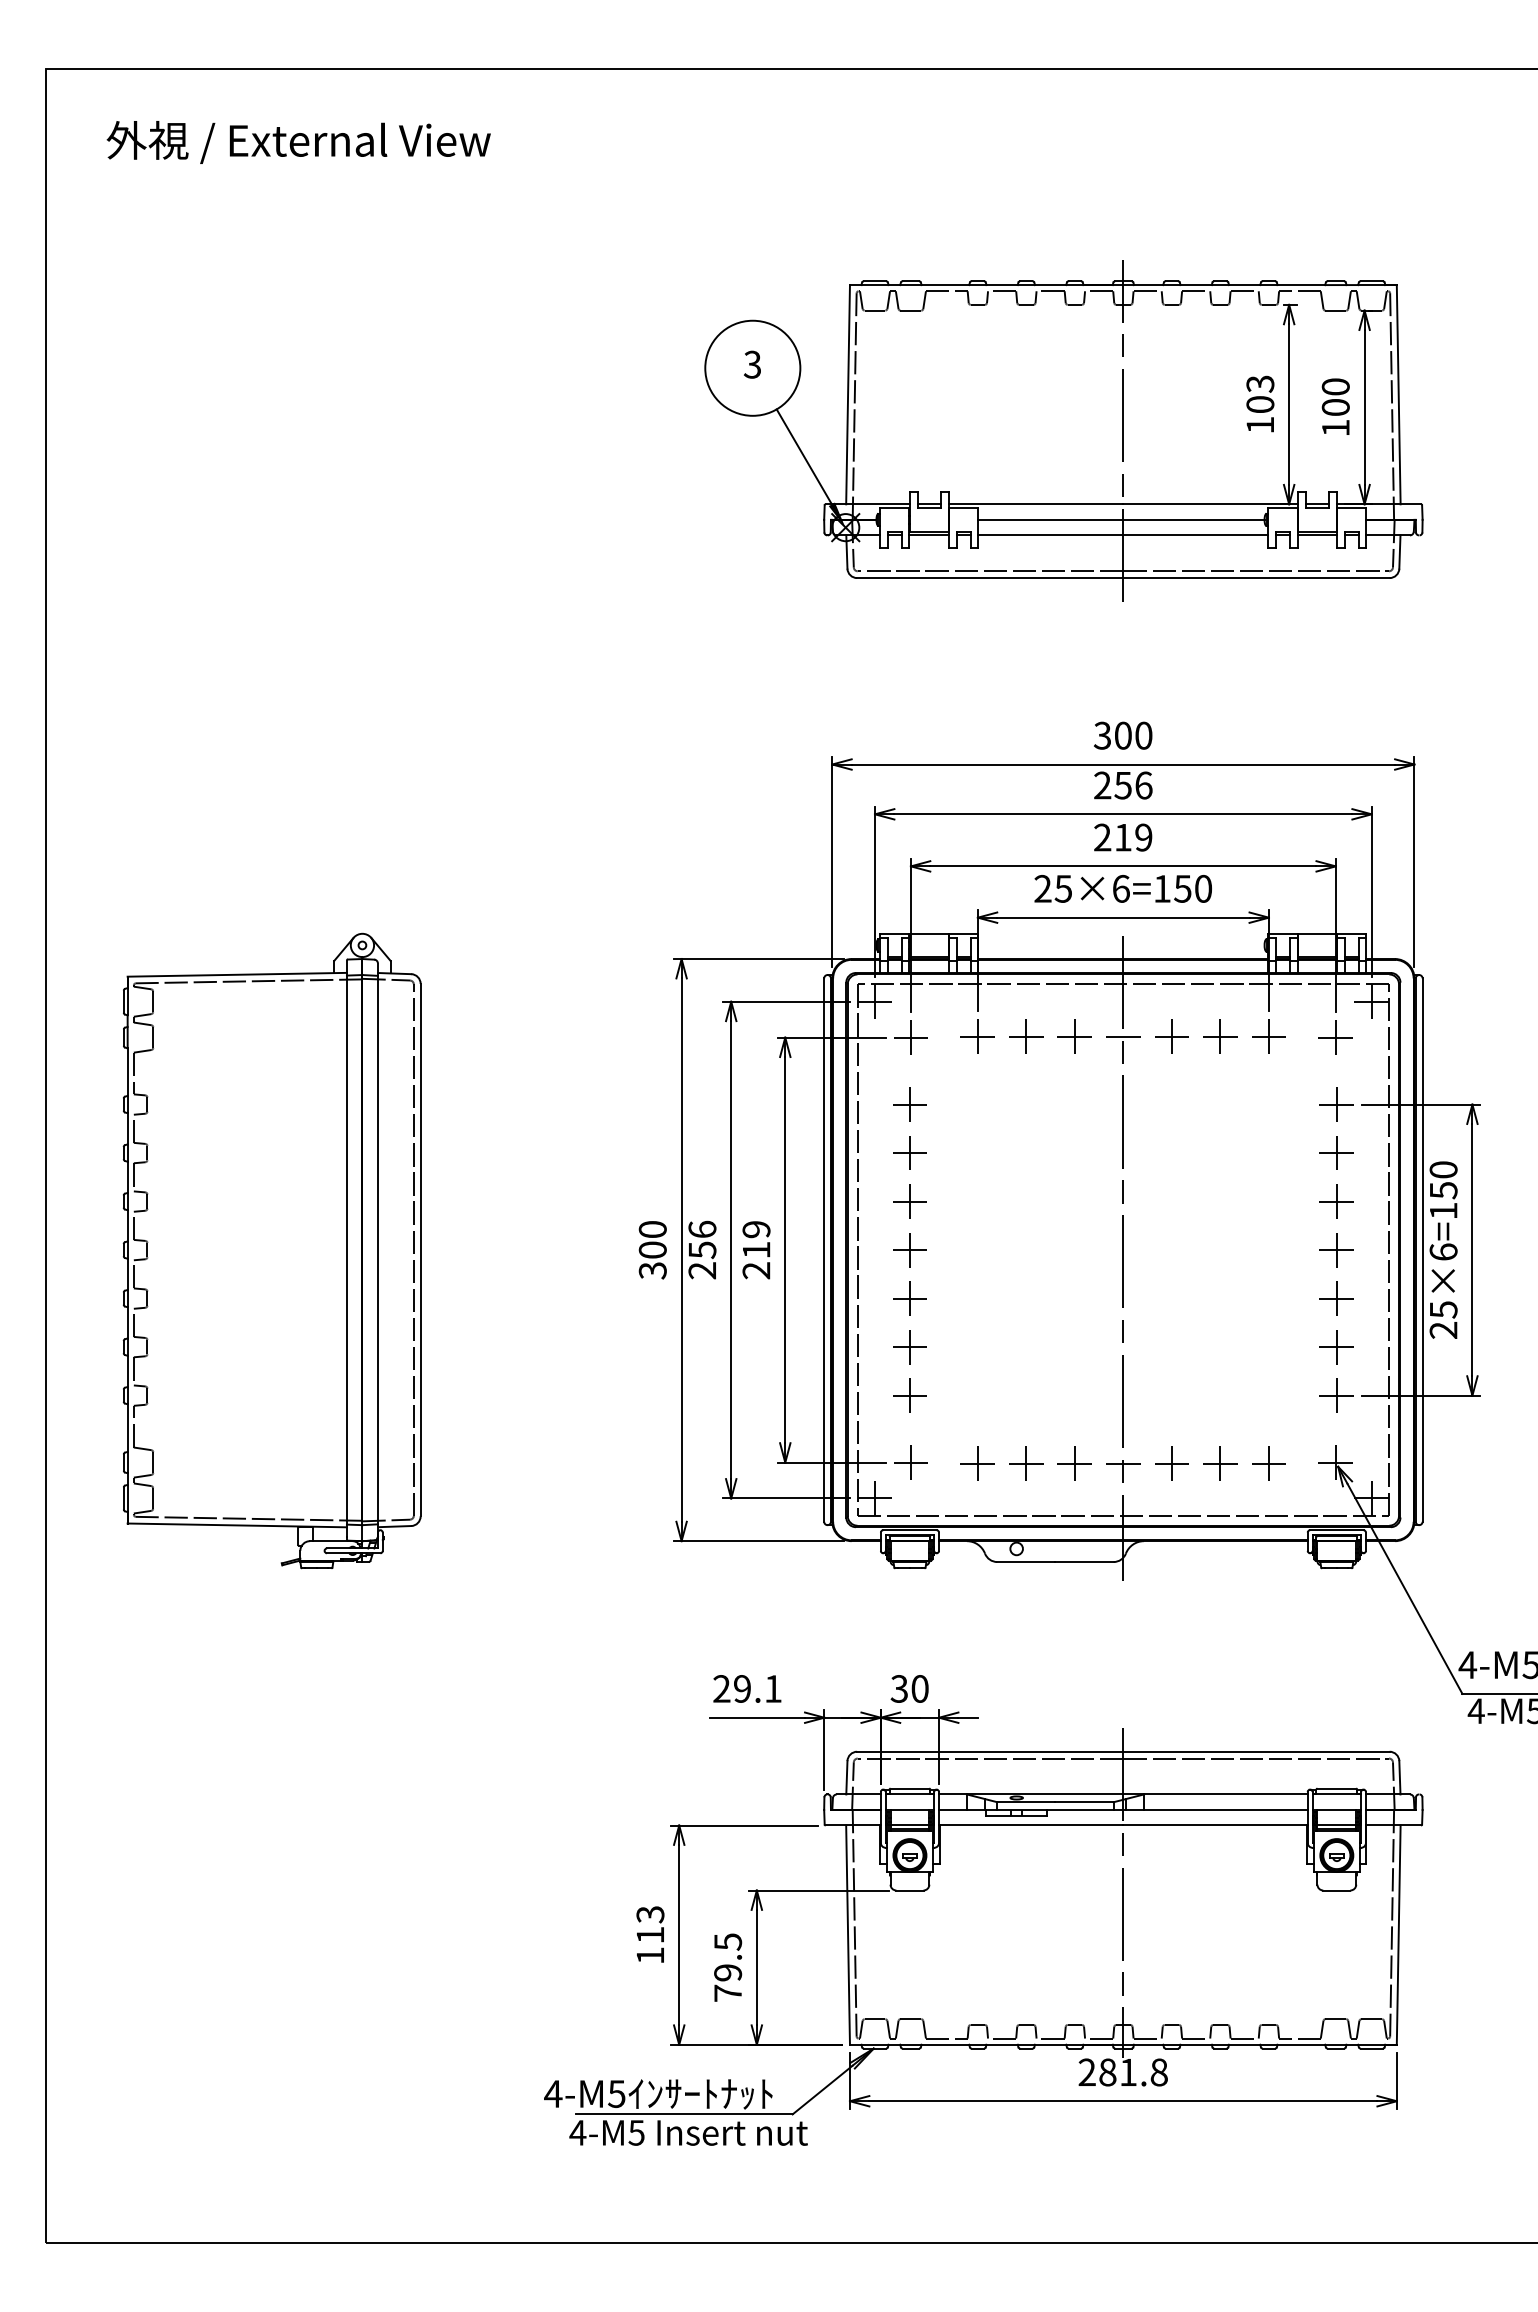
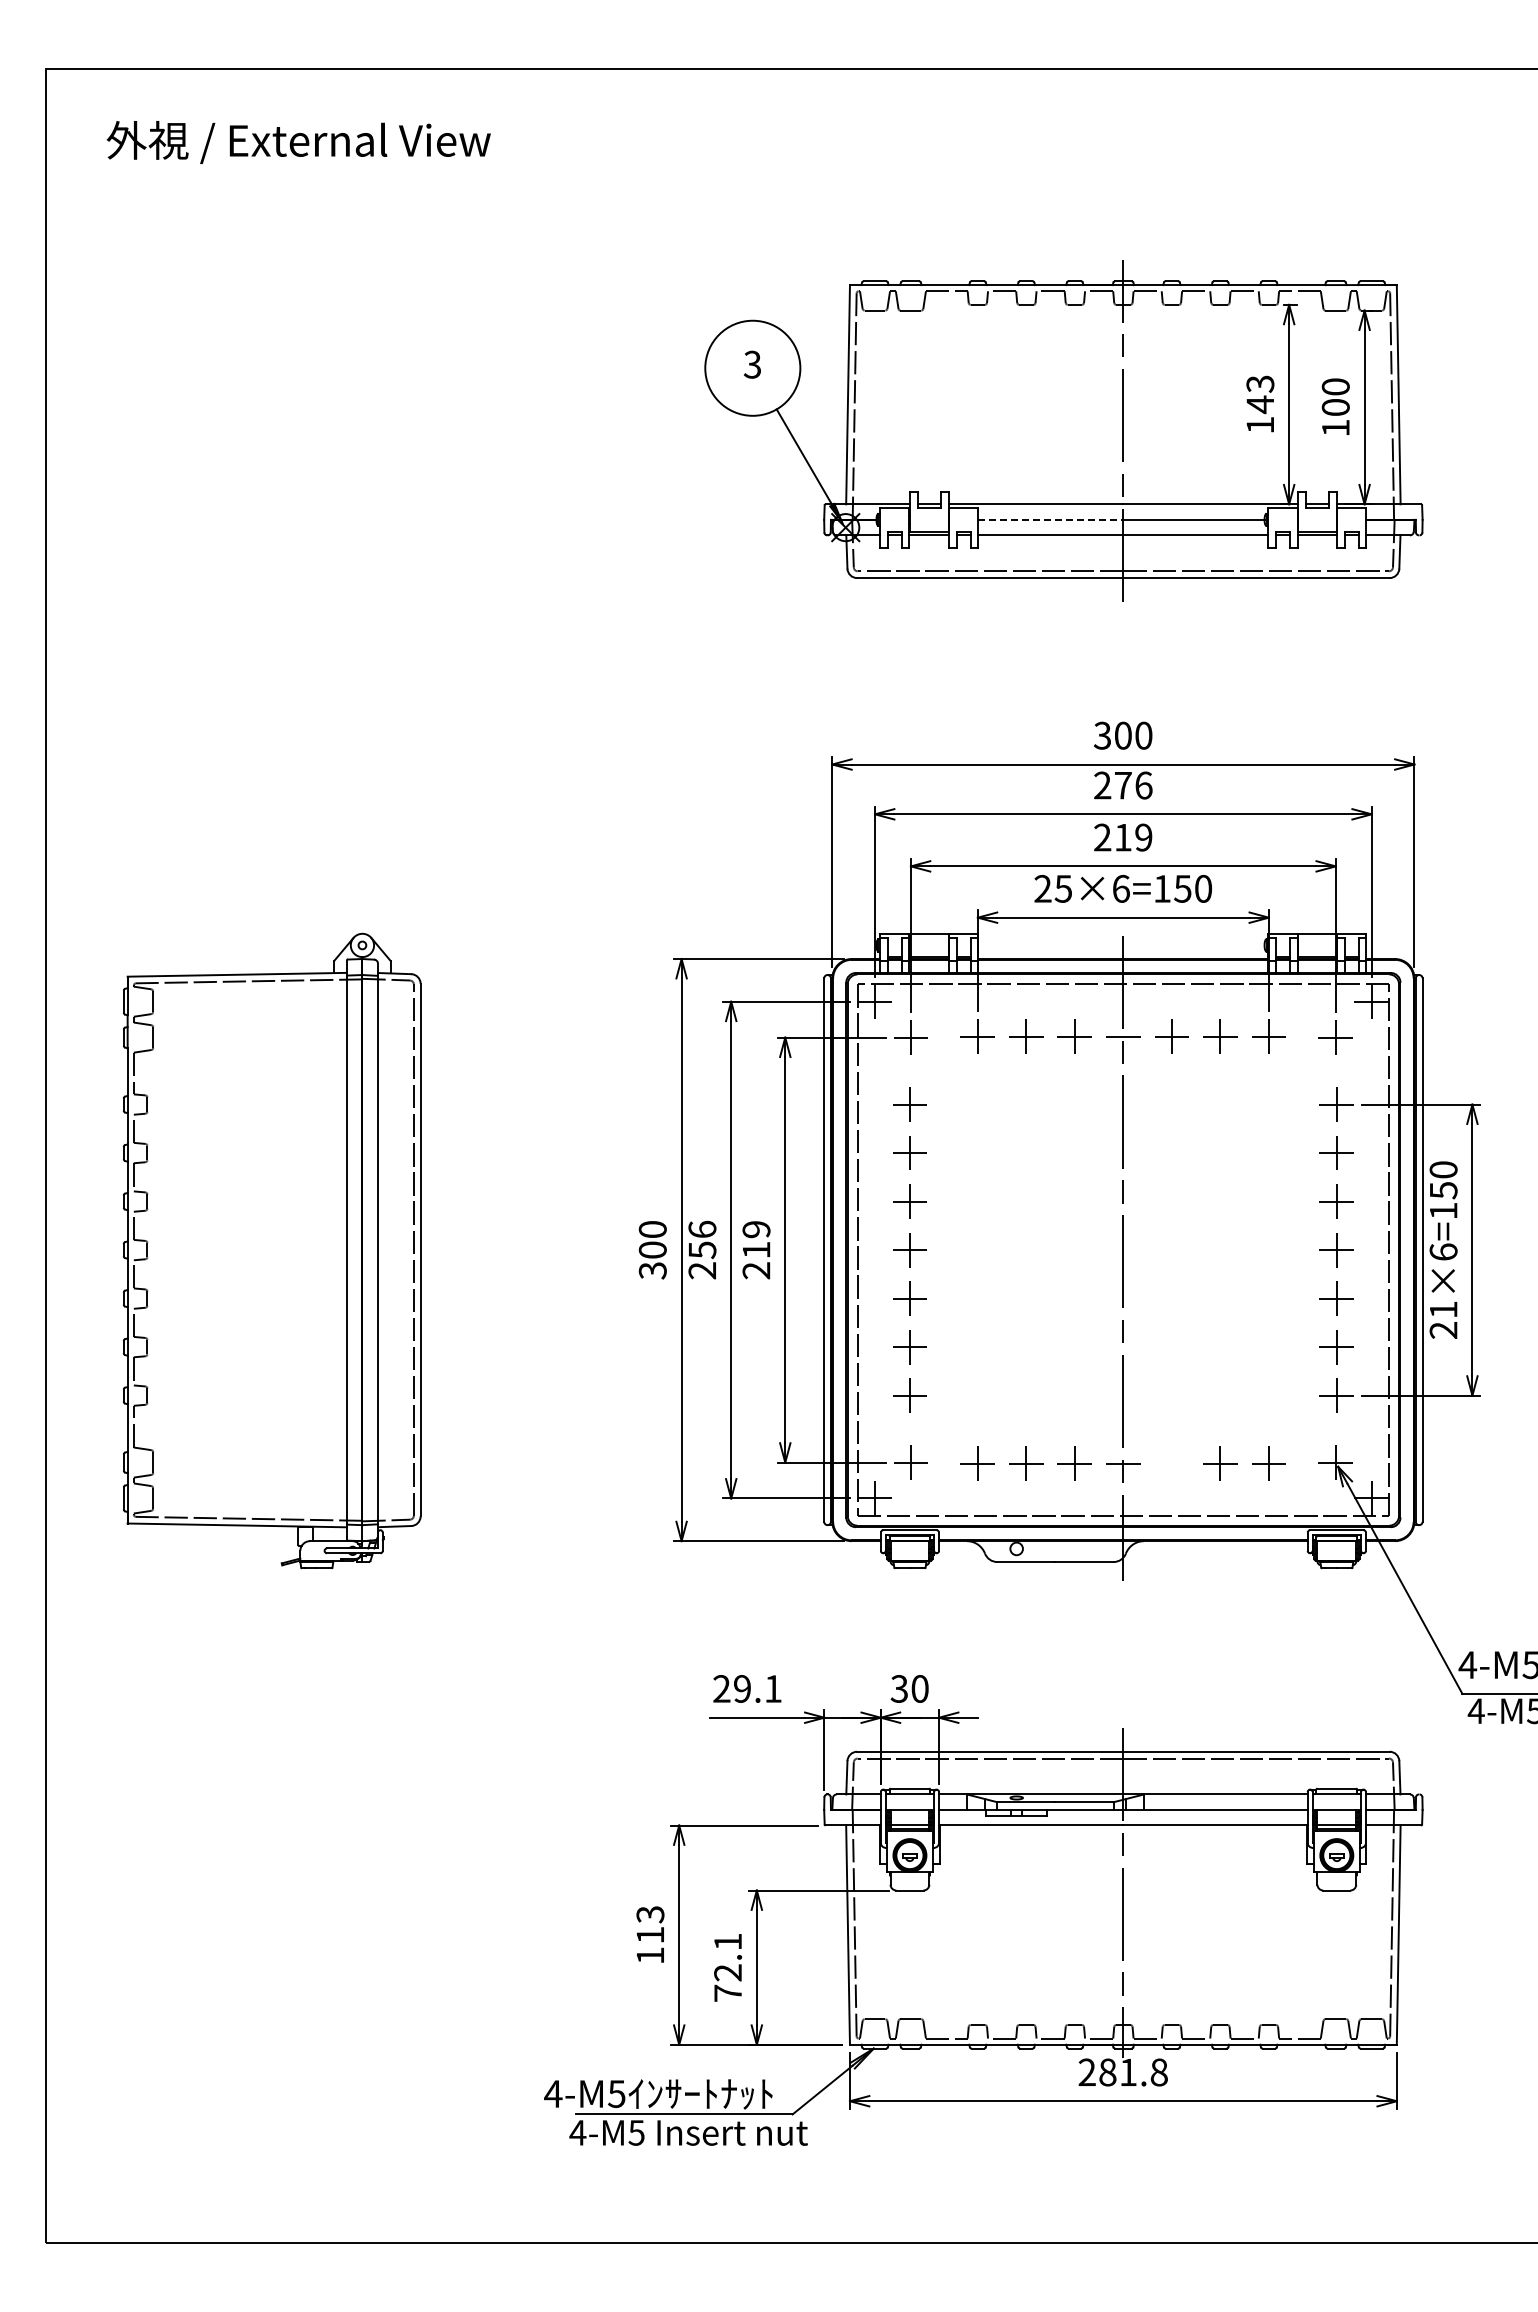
text at (1260, 404): 103 -> 143
line at (1050, 519): solid -> dashed
text at (1122, 785): 256 -> 276
text at (1443, 1309): 25×6=150 -> 21×6=150
part at (1171, 1463): present -> none
text at (728, 1957): 79.5 -> 72.1
